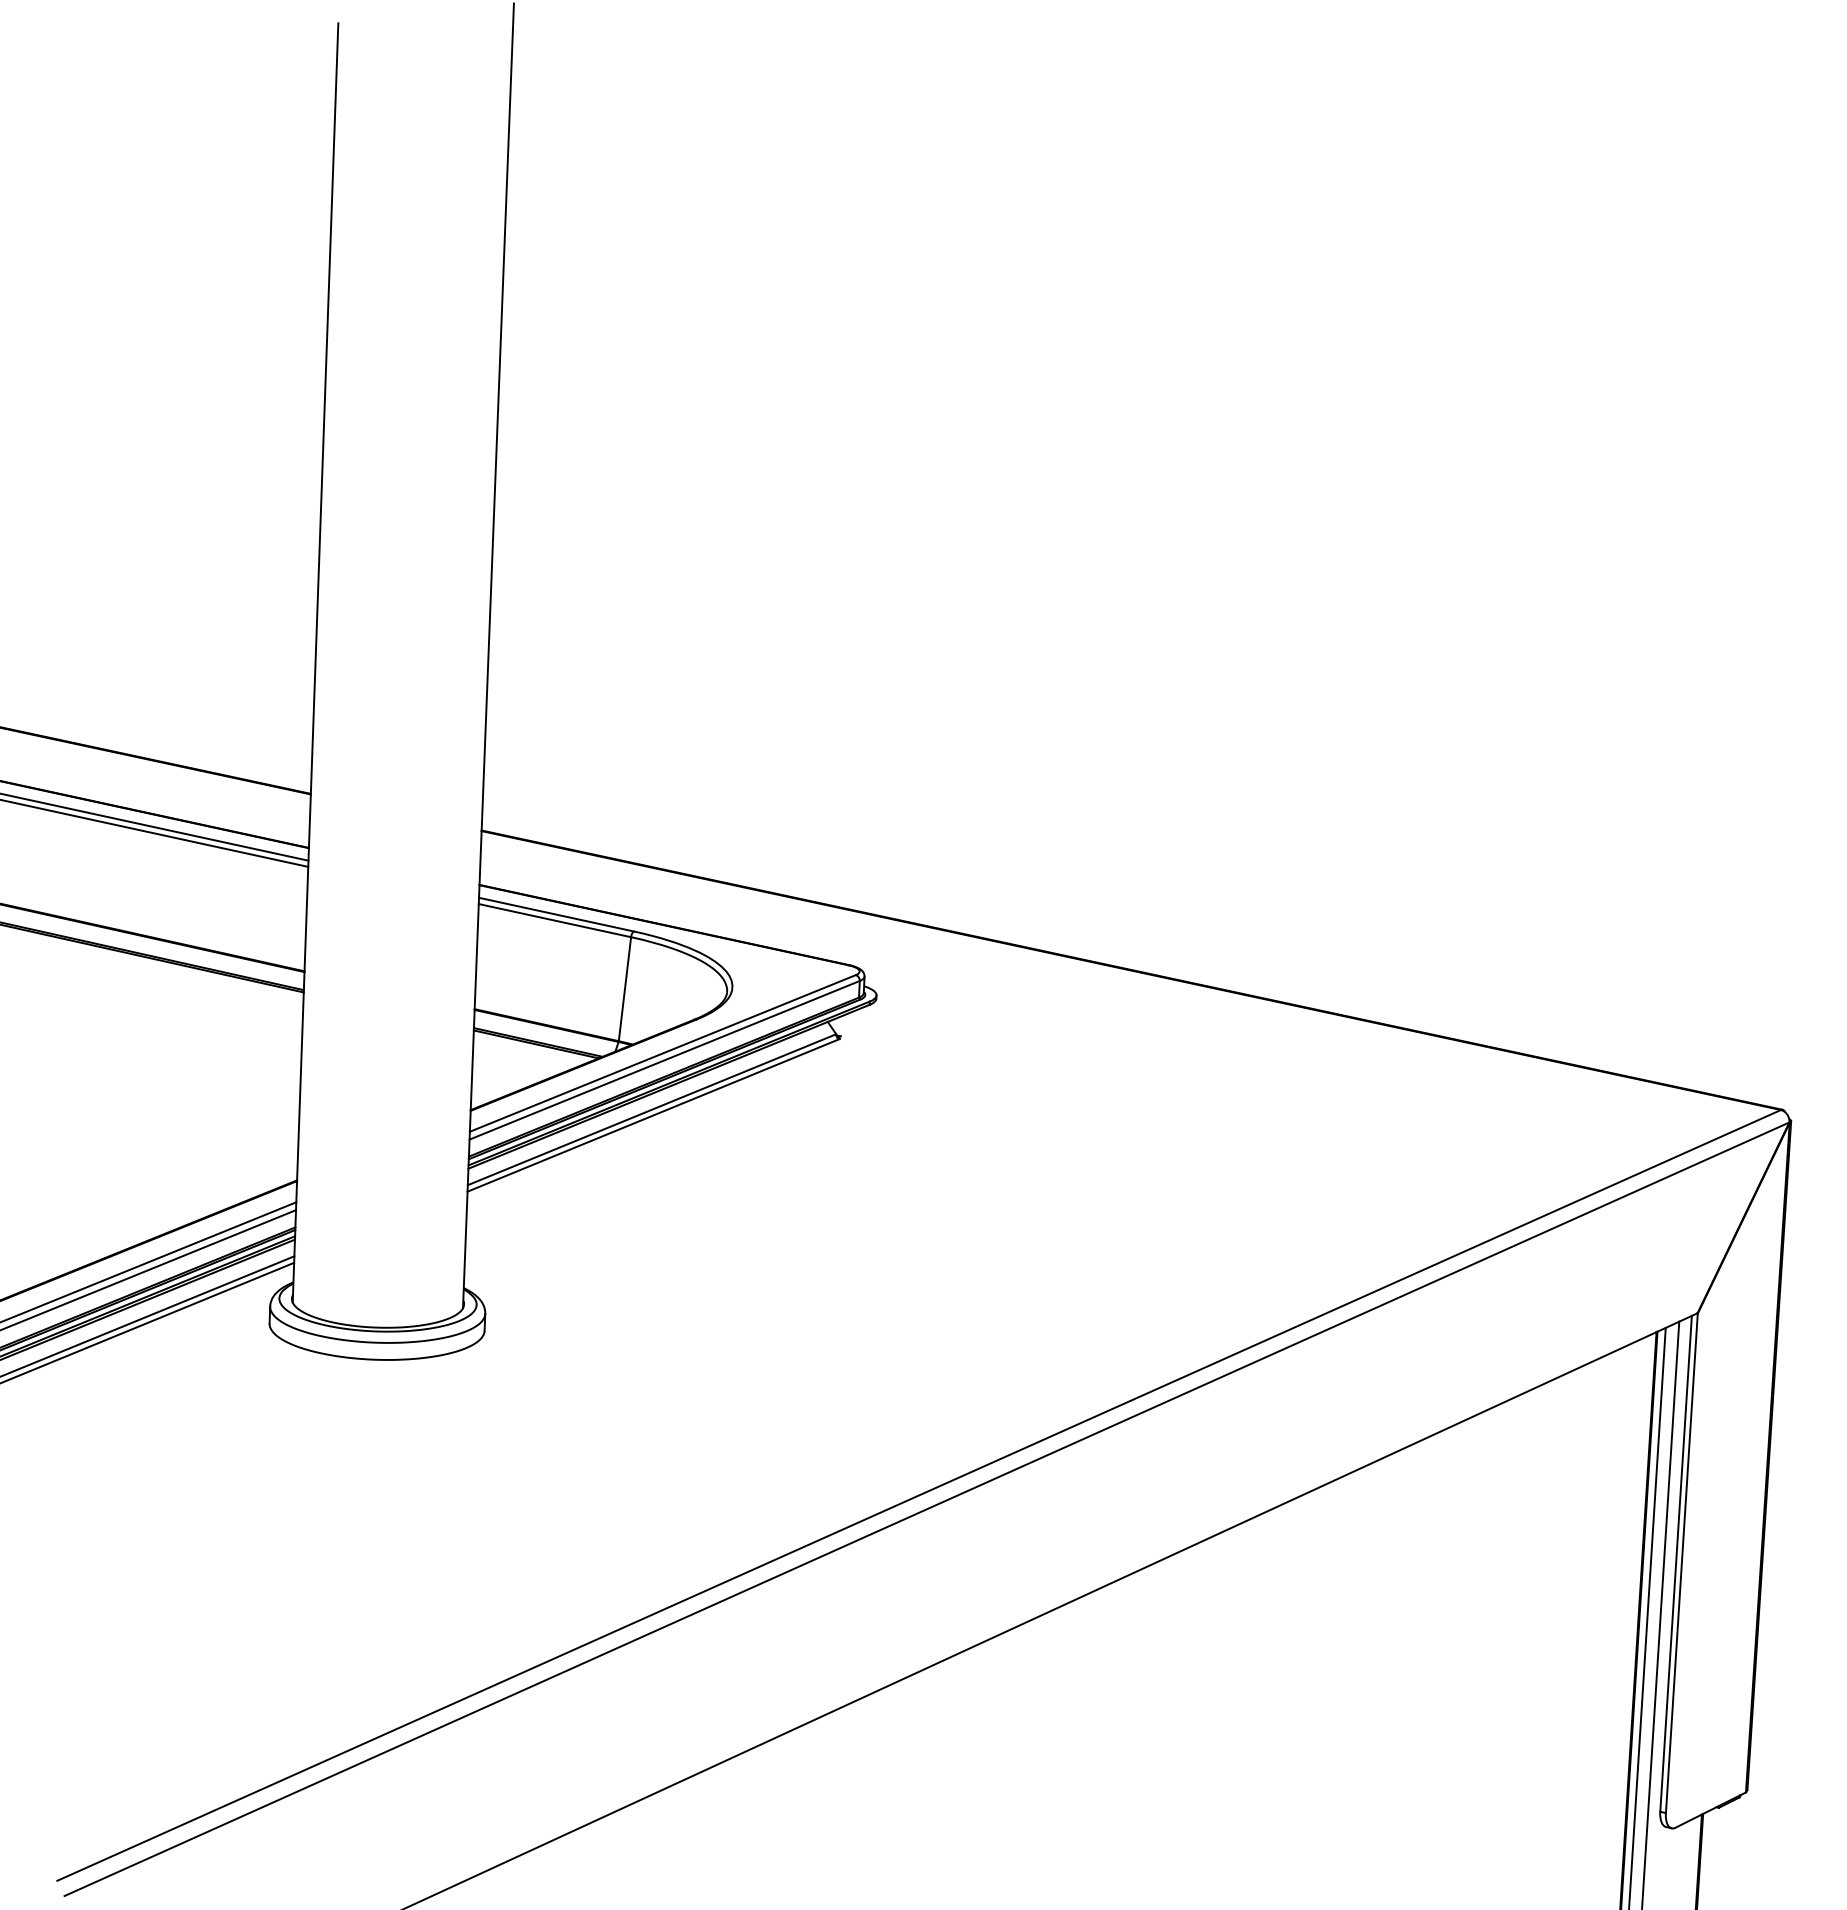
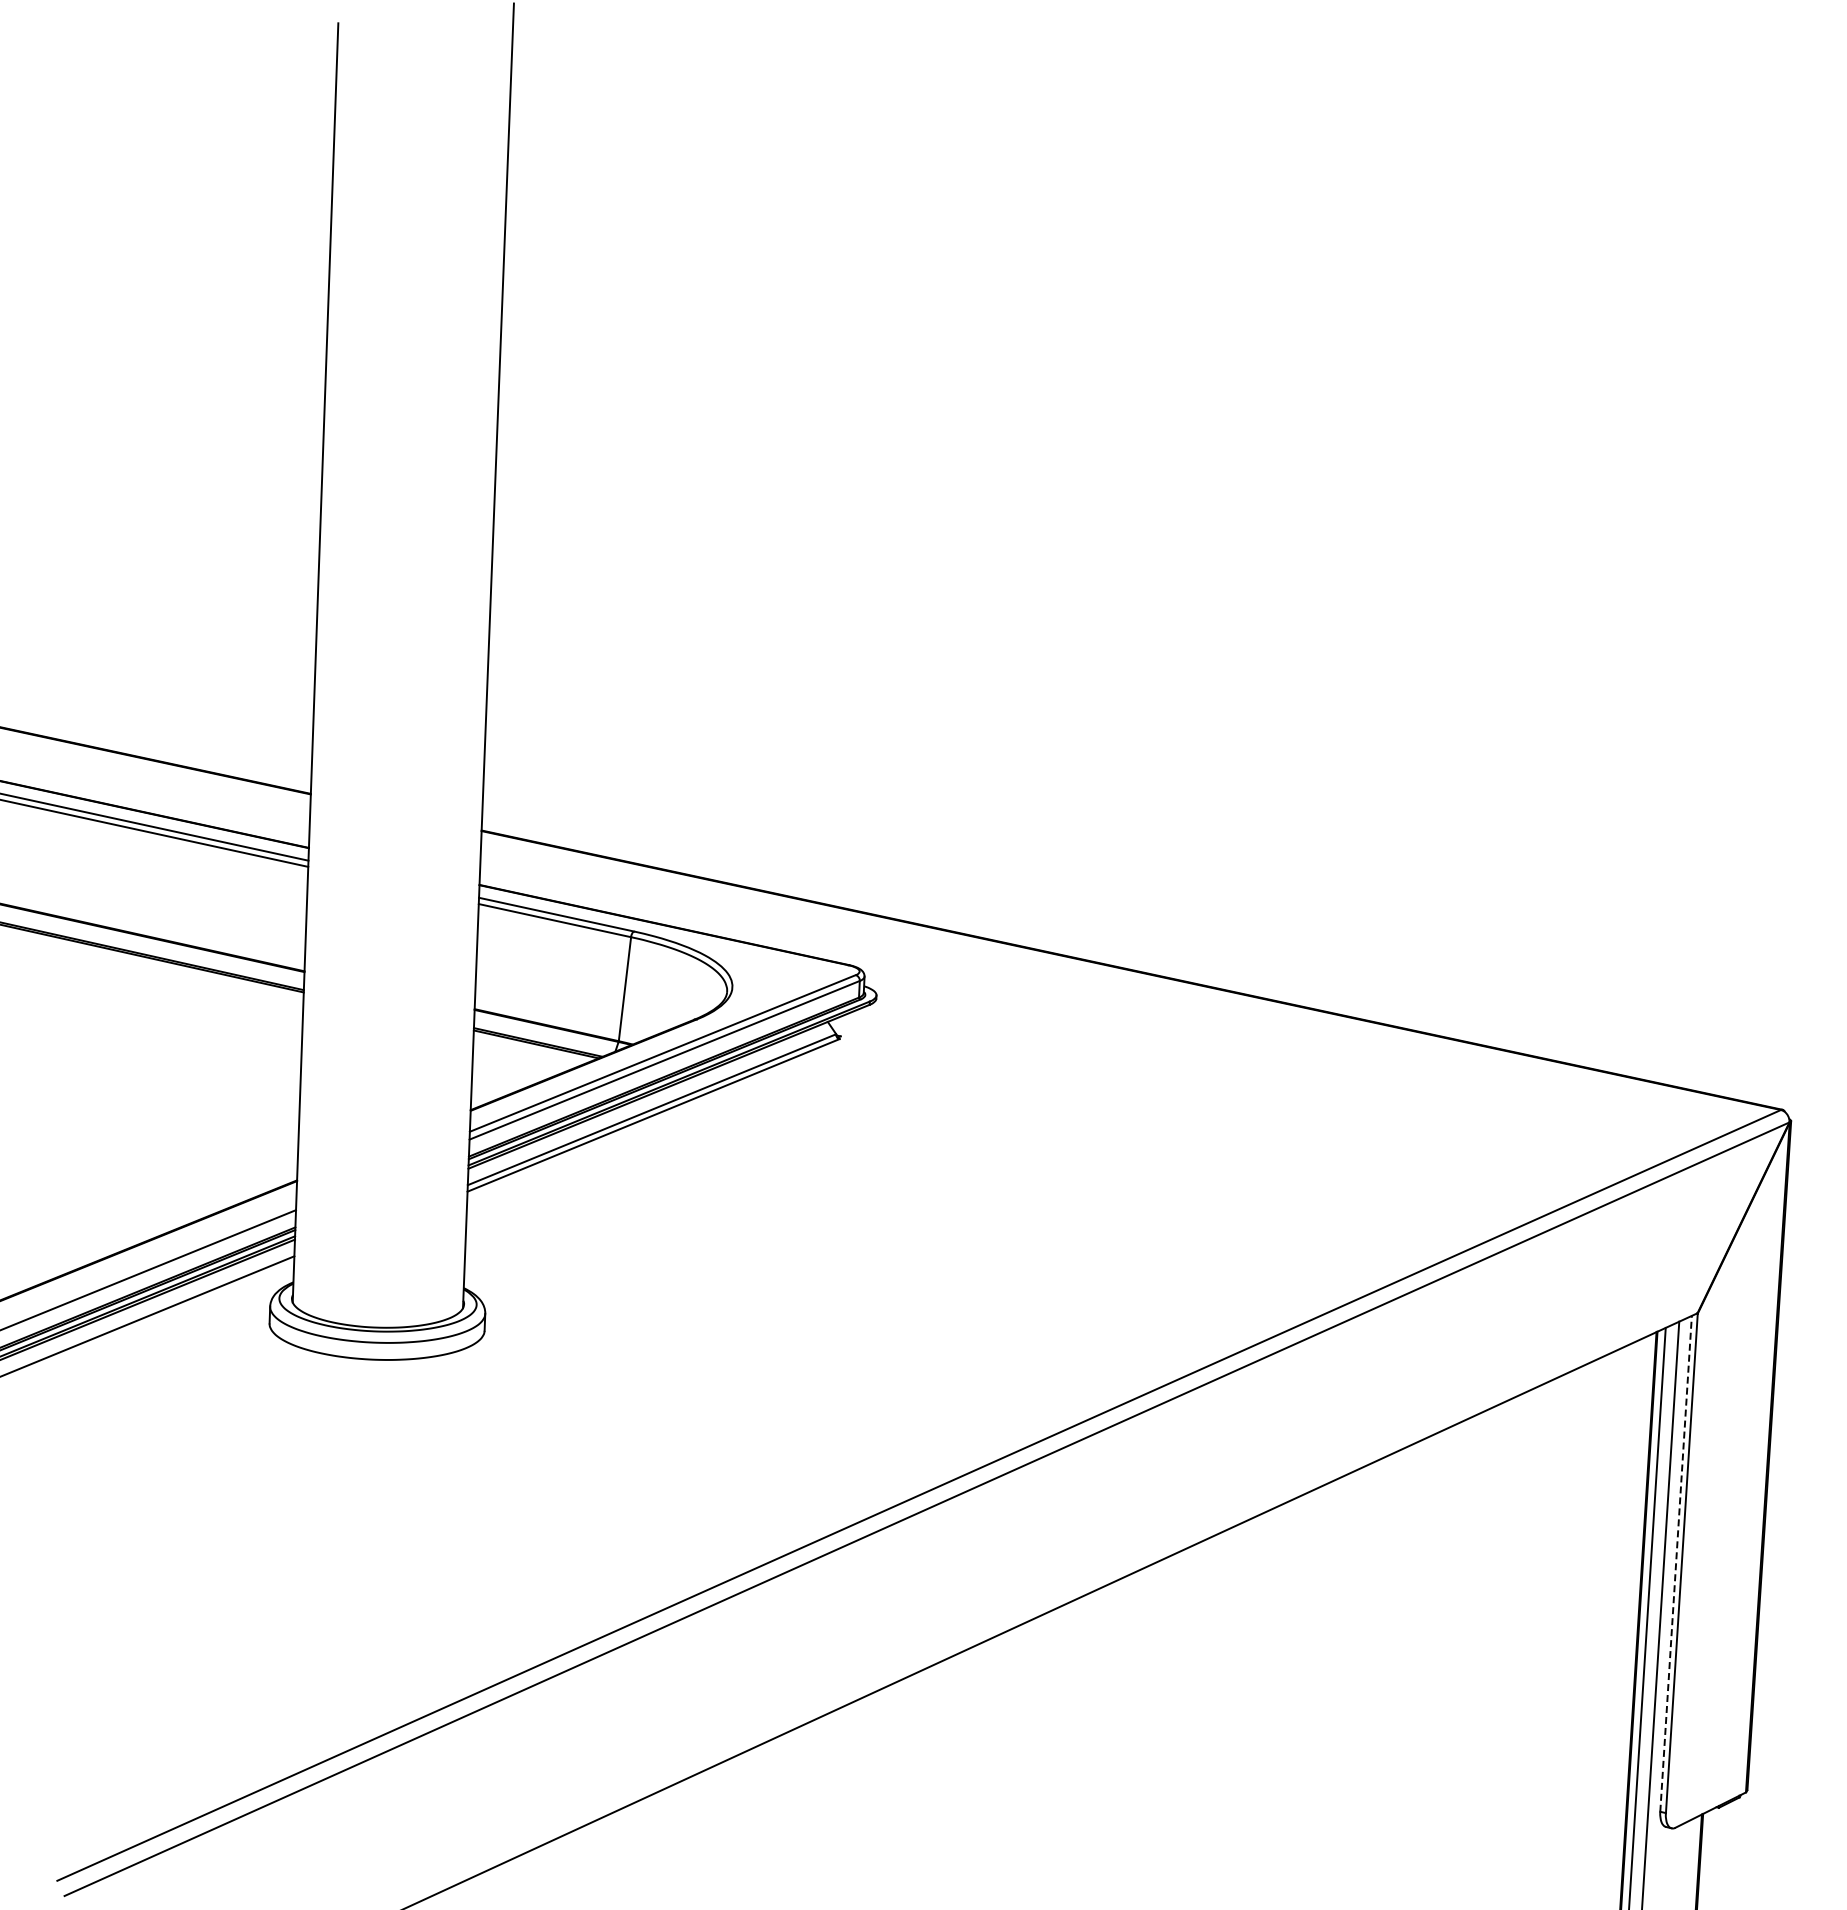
line at (149, 1261): present -> none
line at (148, 1322): present -> none
line at (1676, 1563): solid -> dashed
